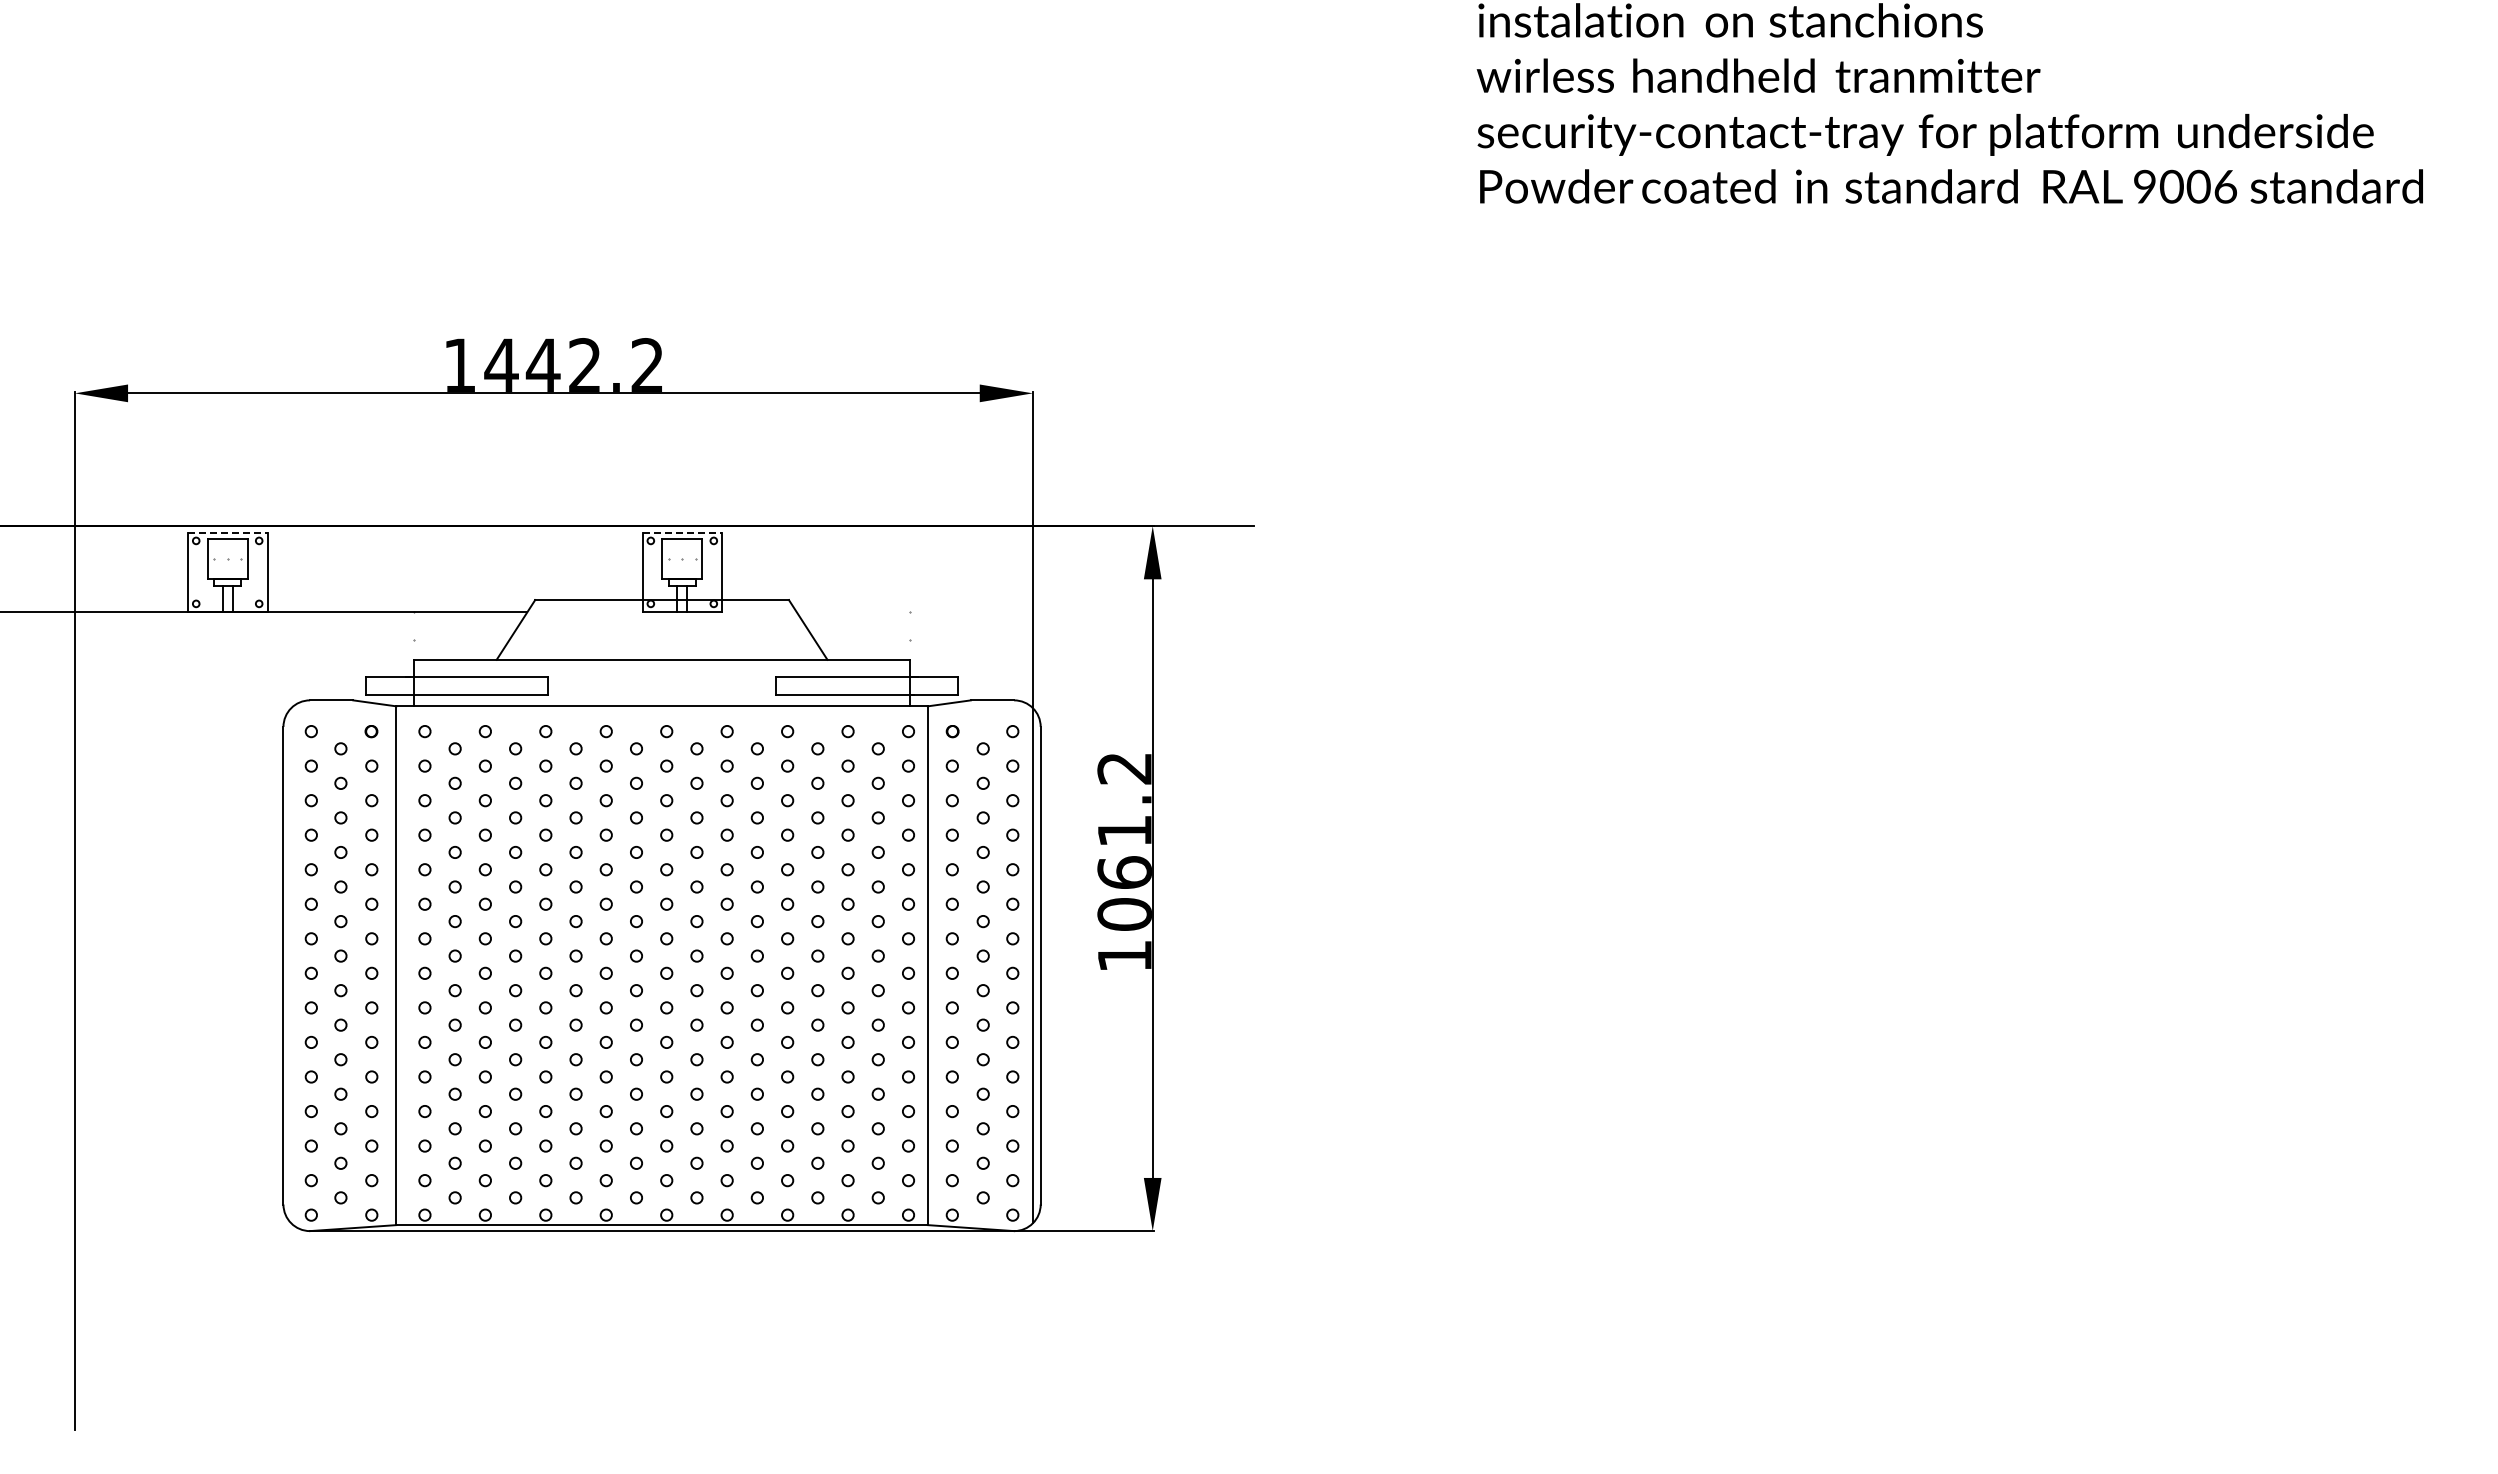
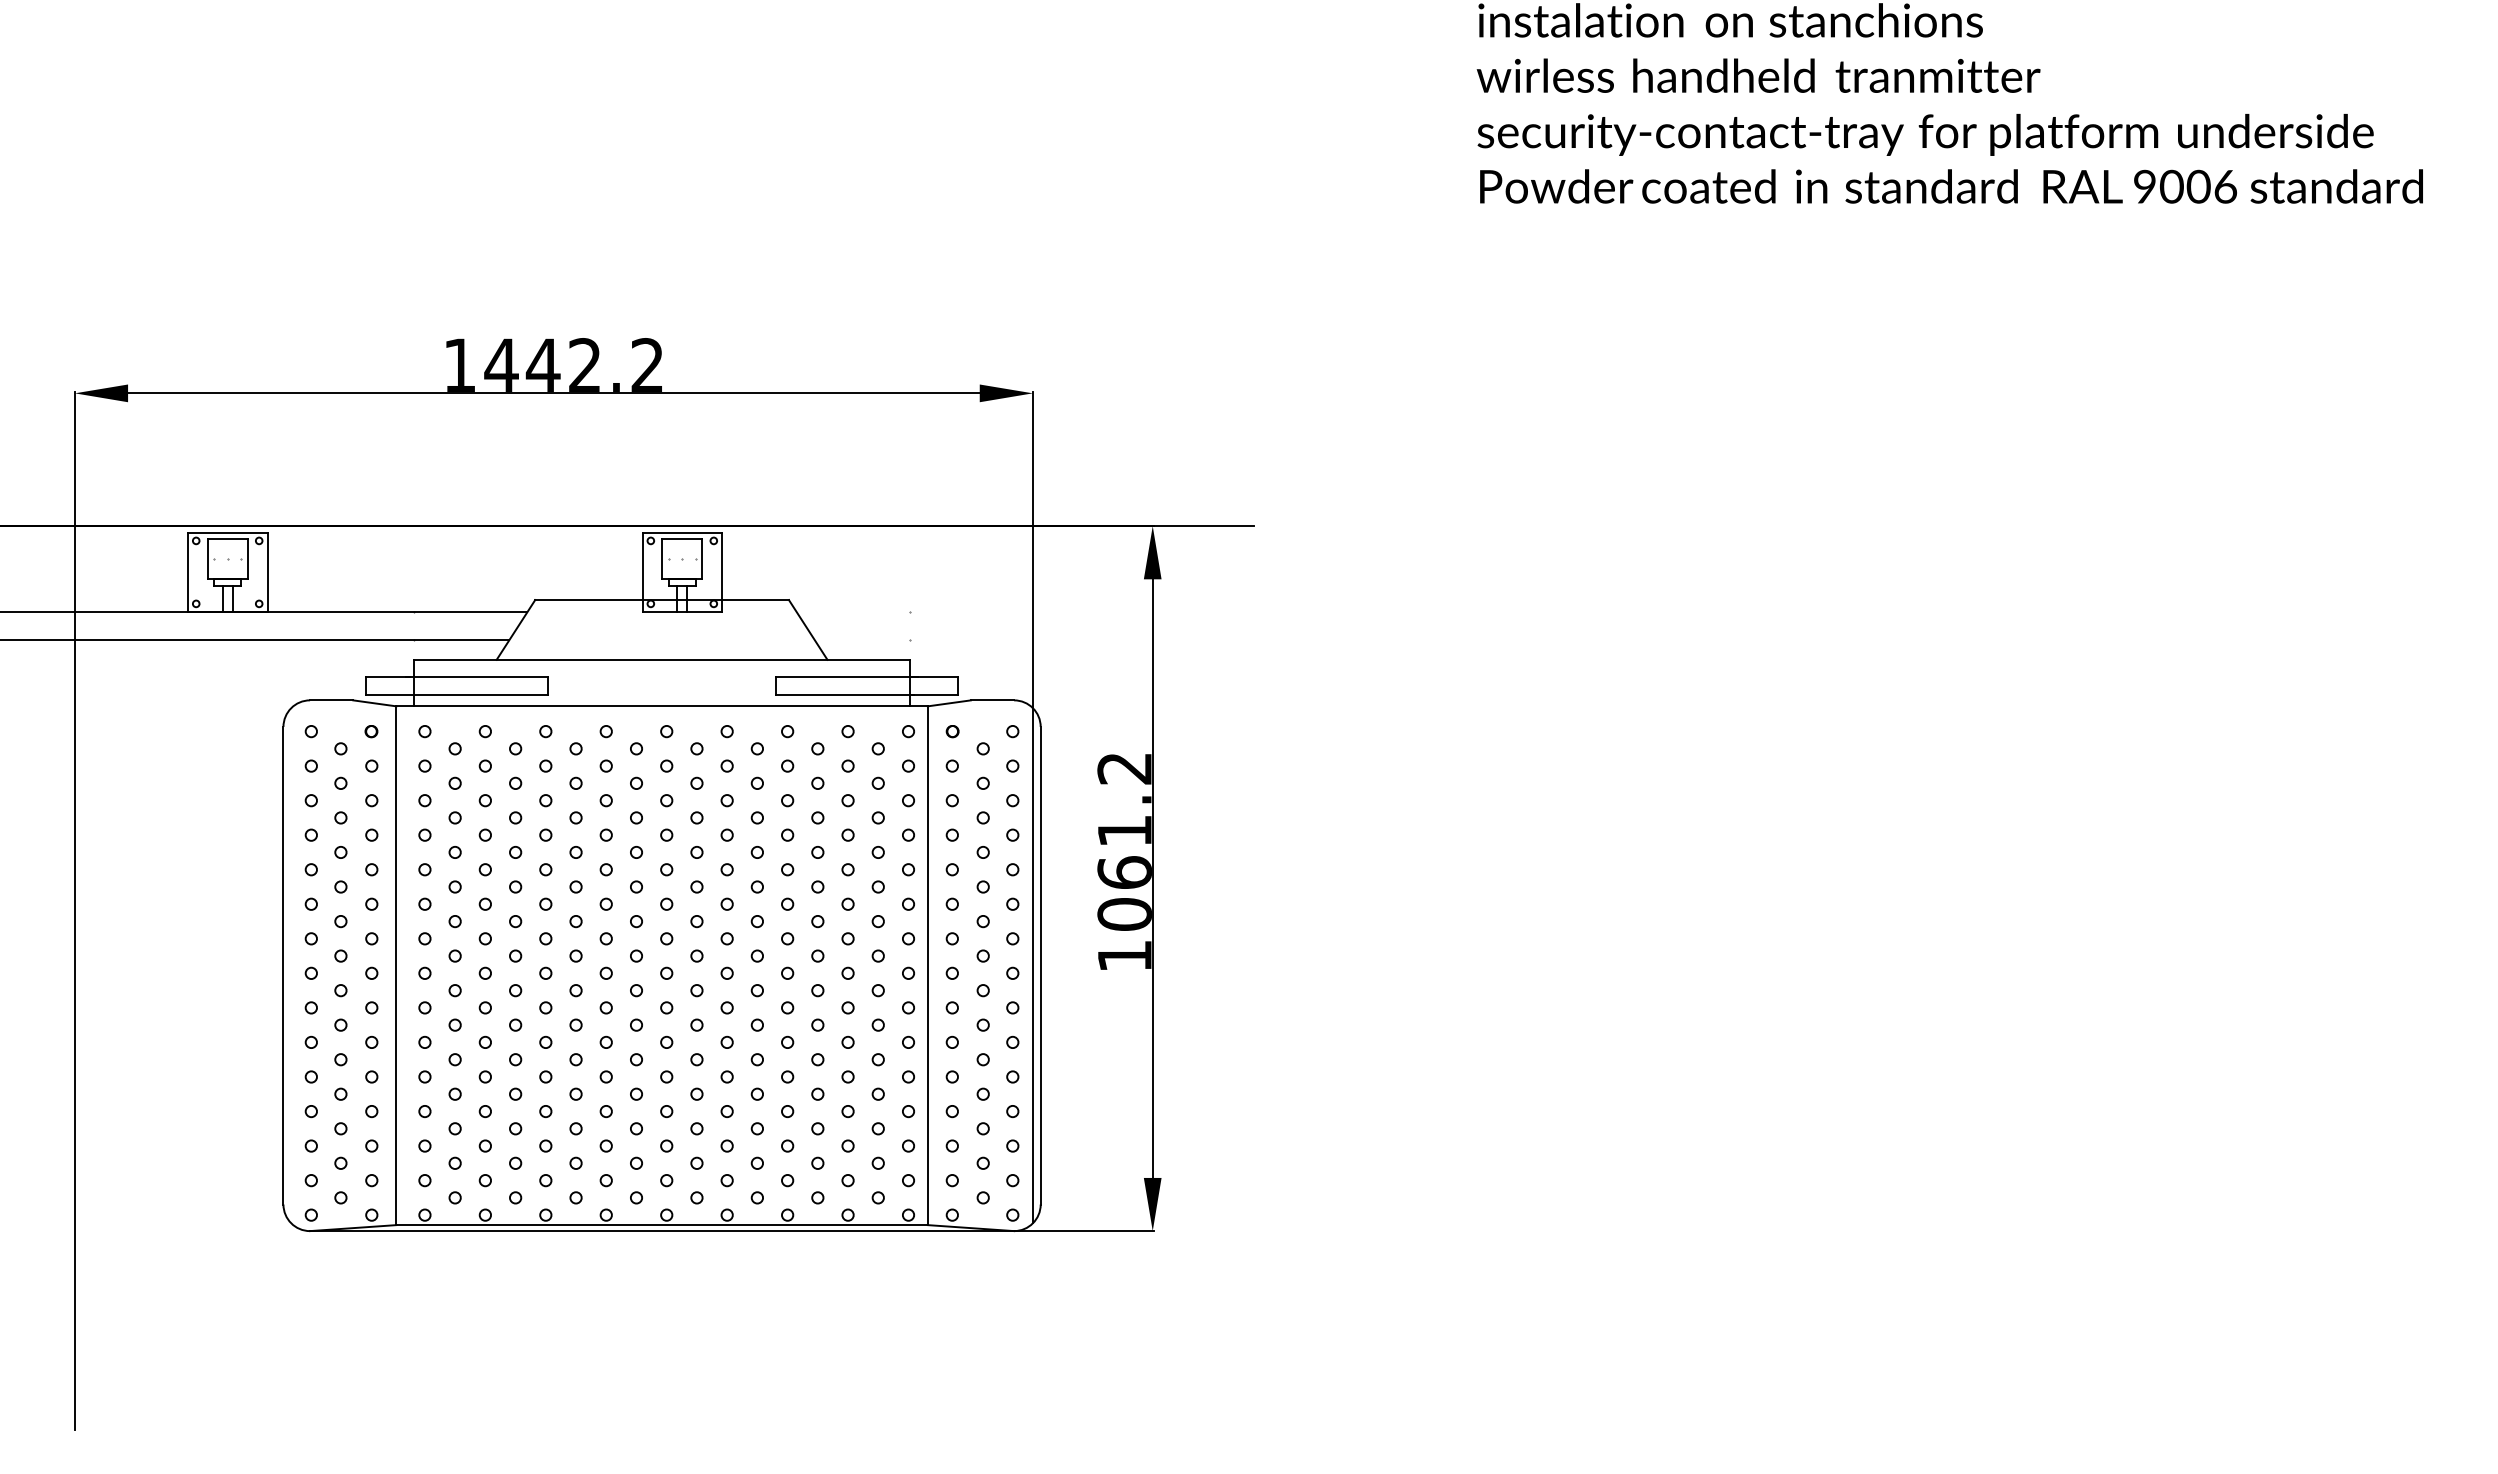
line at (227, 532): dashed -> solid
line at (682, 532): dashed -> solid
line at (255, 640): none -> present
